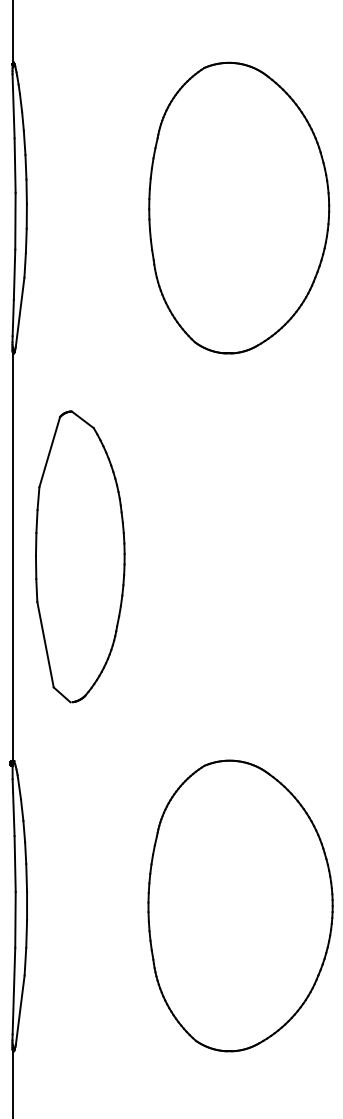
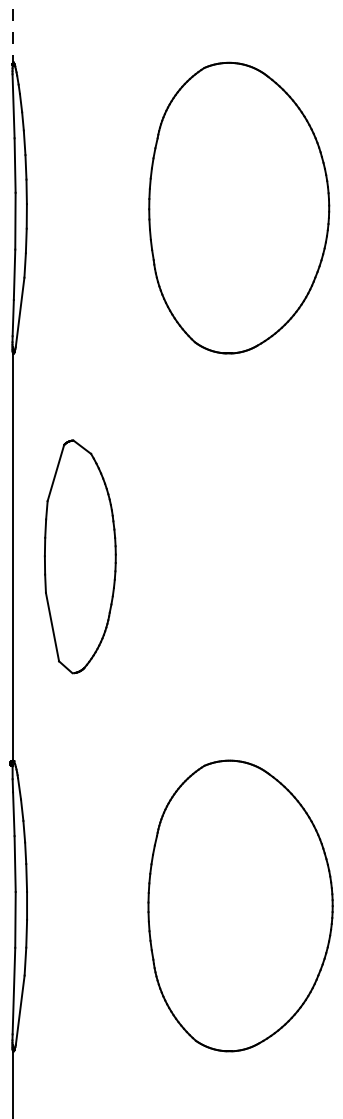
line at (12, 33): solid -> dashed
part at (80, 556) size: 91x294 px -> 74x236 px
